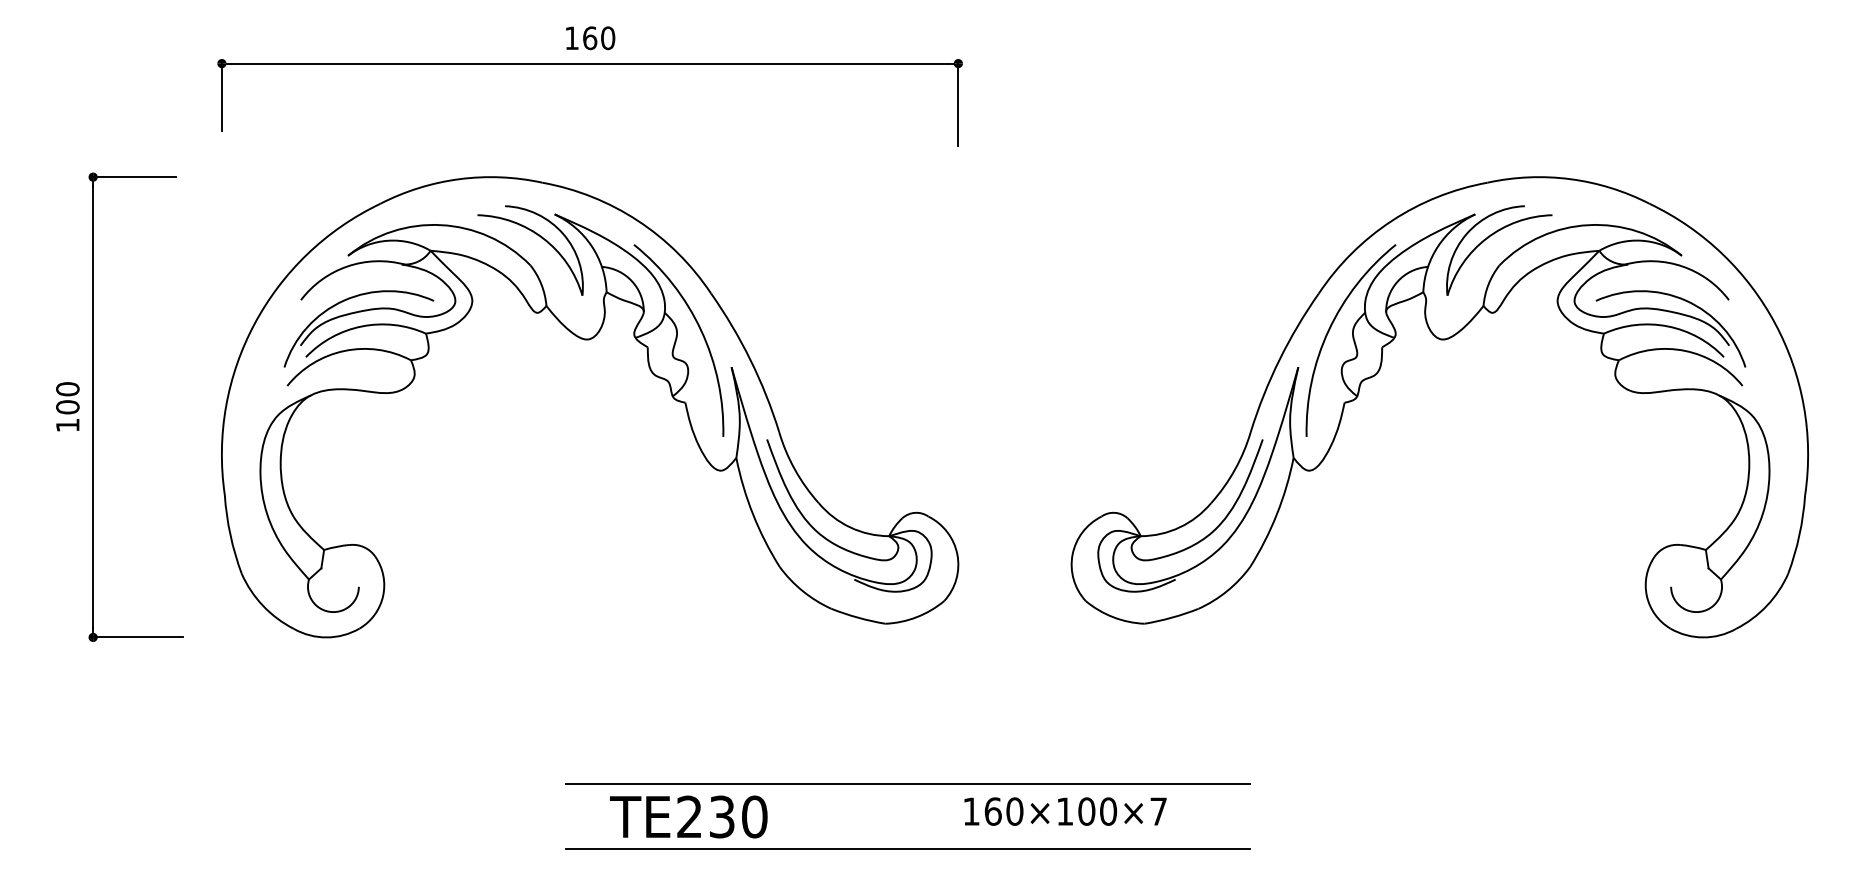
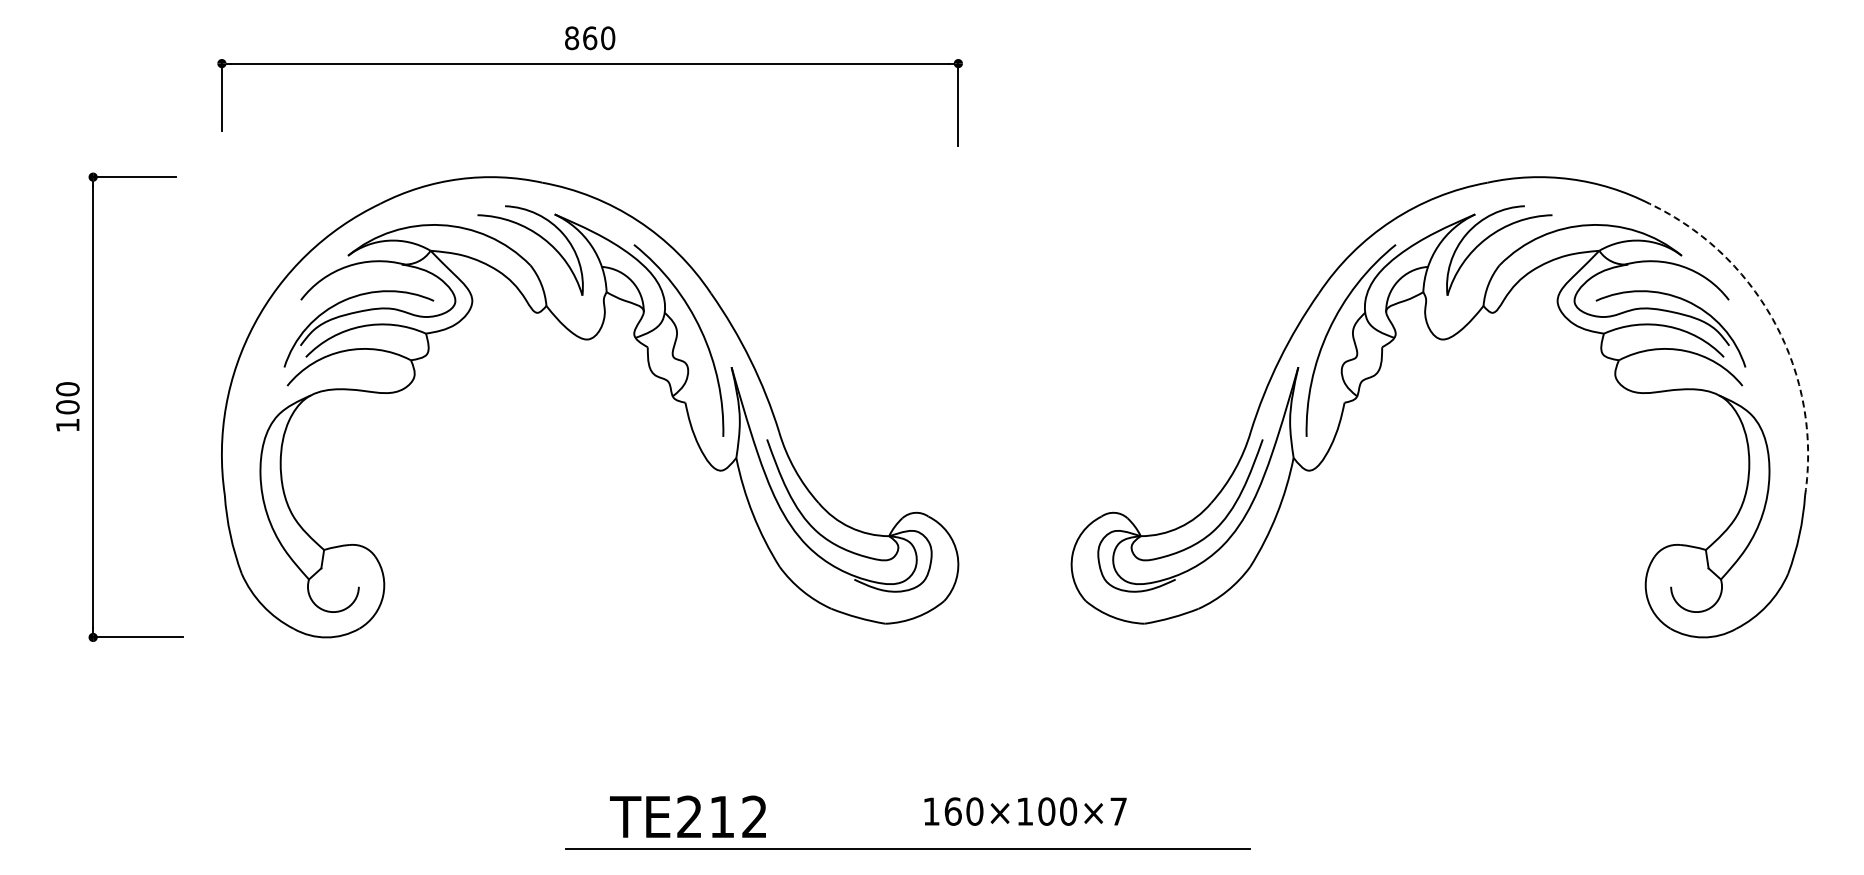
text at (572, 38): 160 -> 860
arc at (1775, 323): solid -> dashed
line at (907, 784): present -> none
text at (1065, 811) position: (1065, 811) -> (1025, 811)
text at (738, 816): TE230 -> TE212
